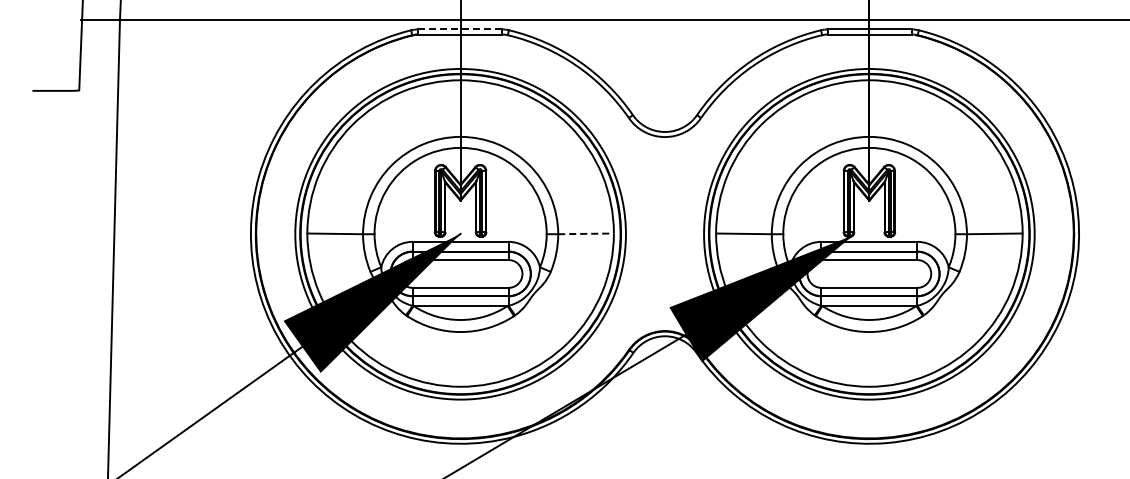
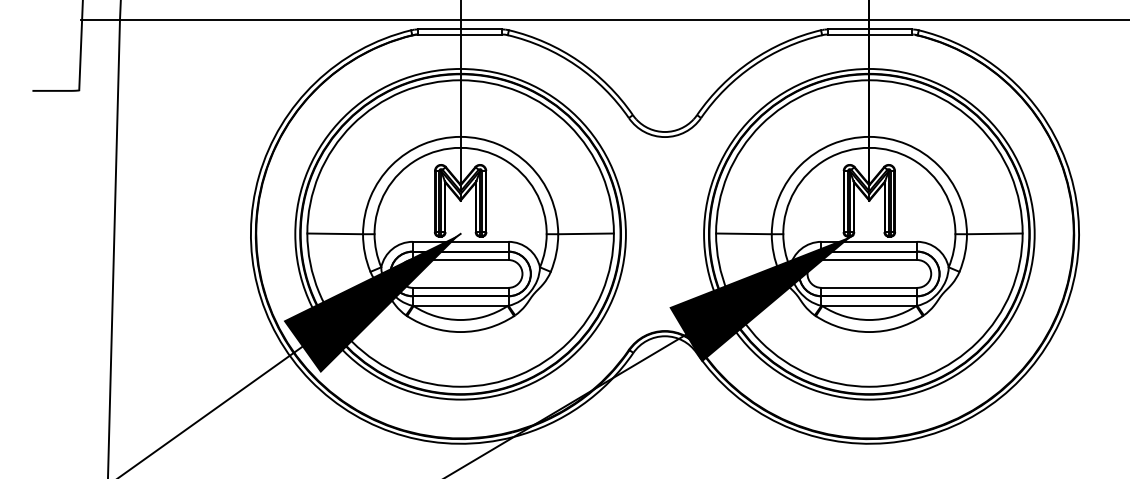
line at (459, 29): dashed -> solid
line at (586, 233): dashed -> solid
